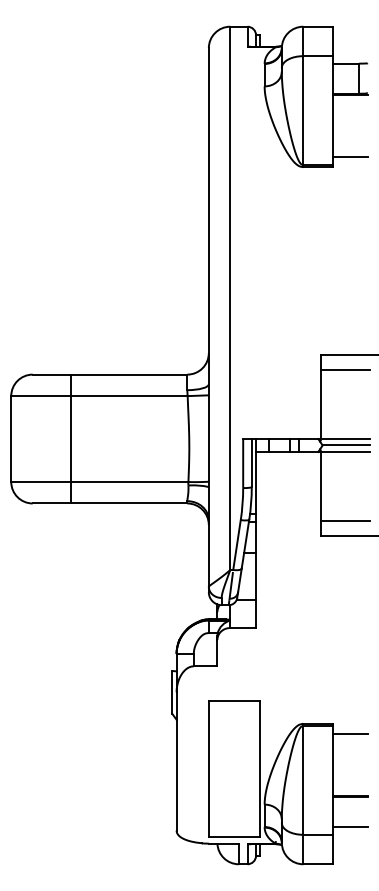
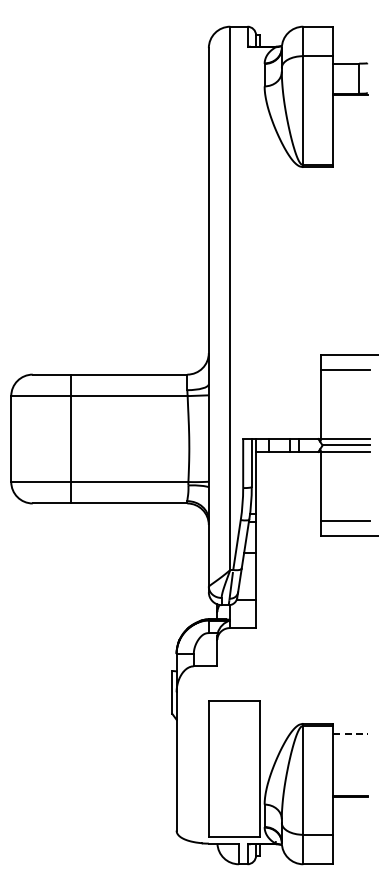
line at (350, 156): present -> none
line at (351, 734): solid -> dashed
line at (350, 827): present -> none
